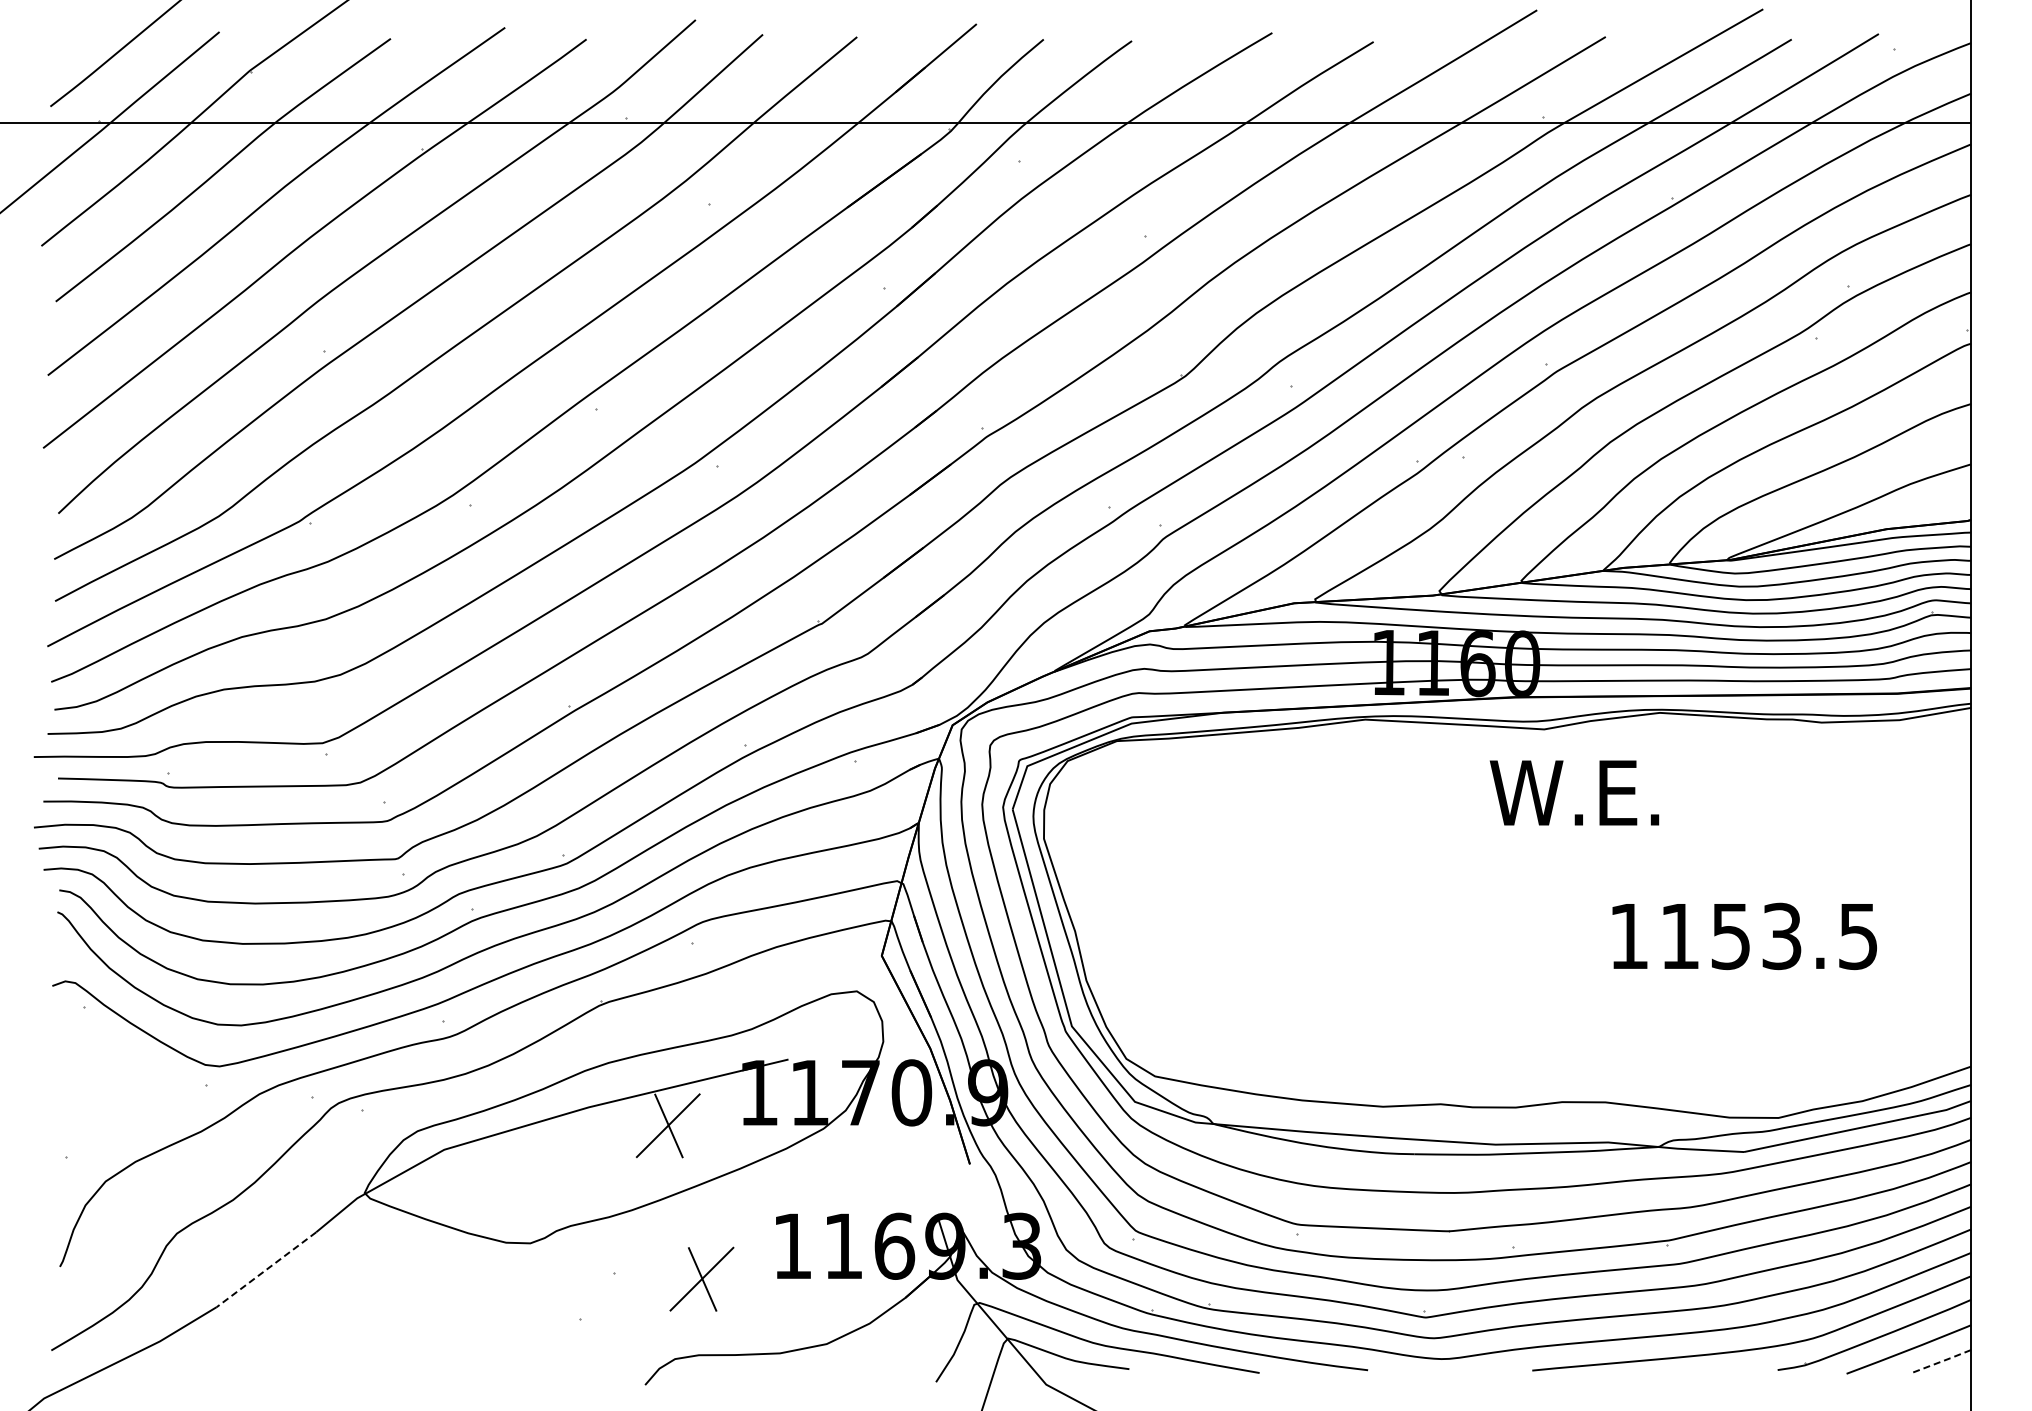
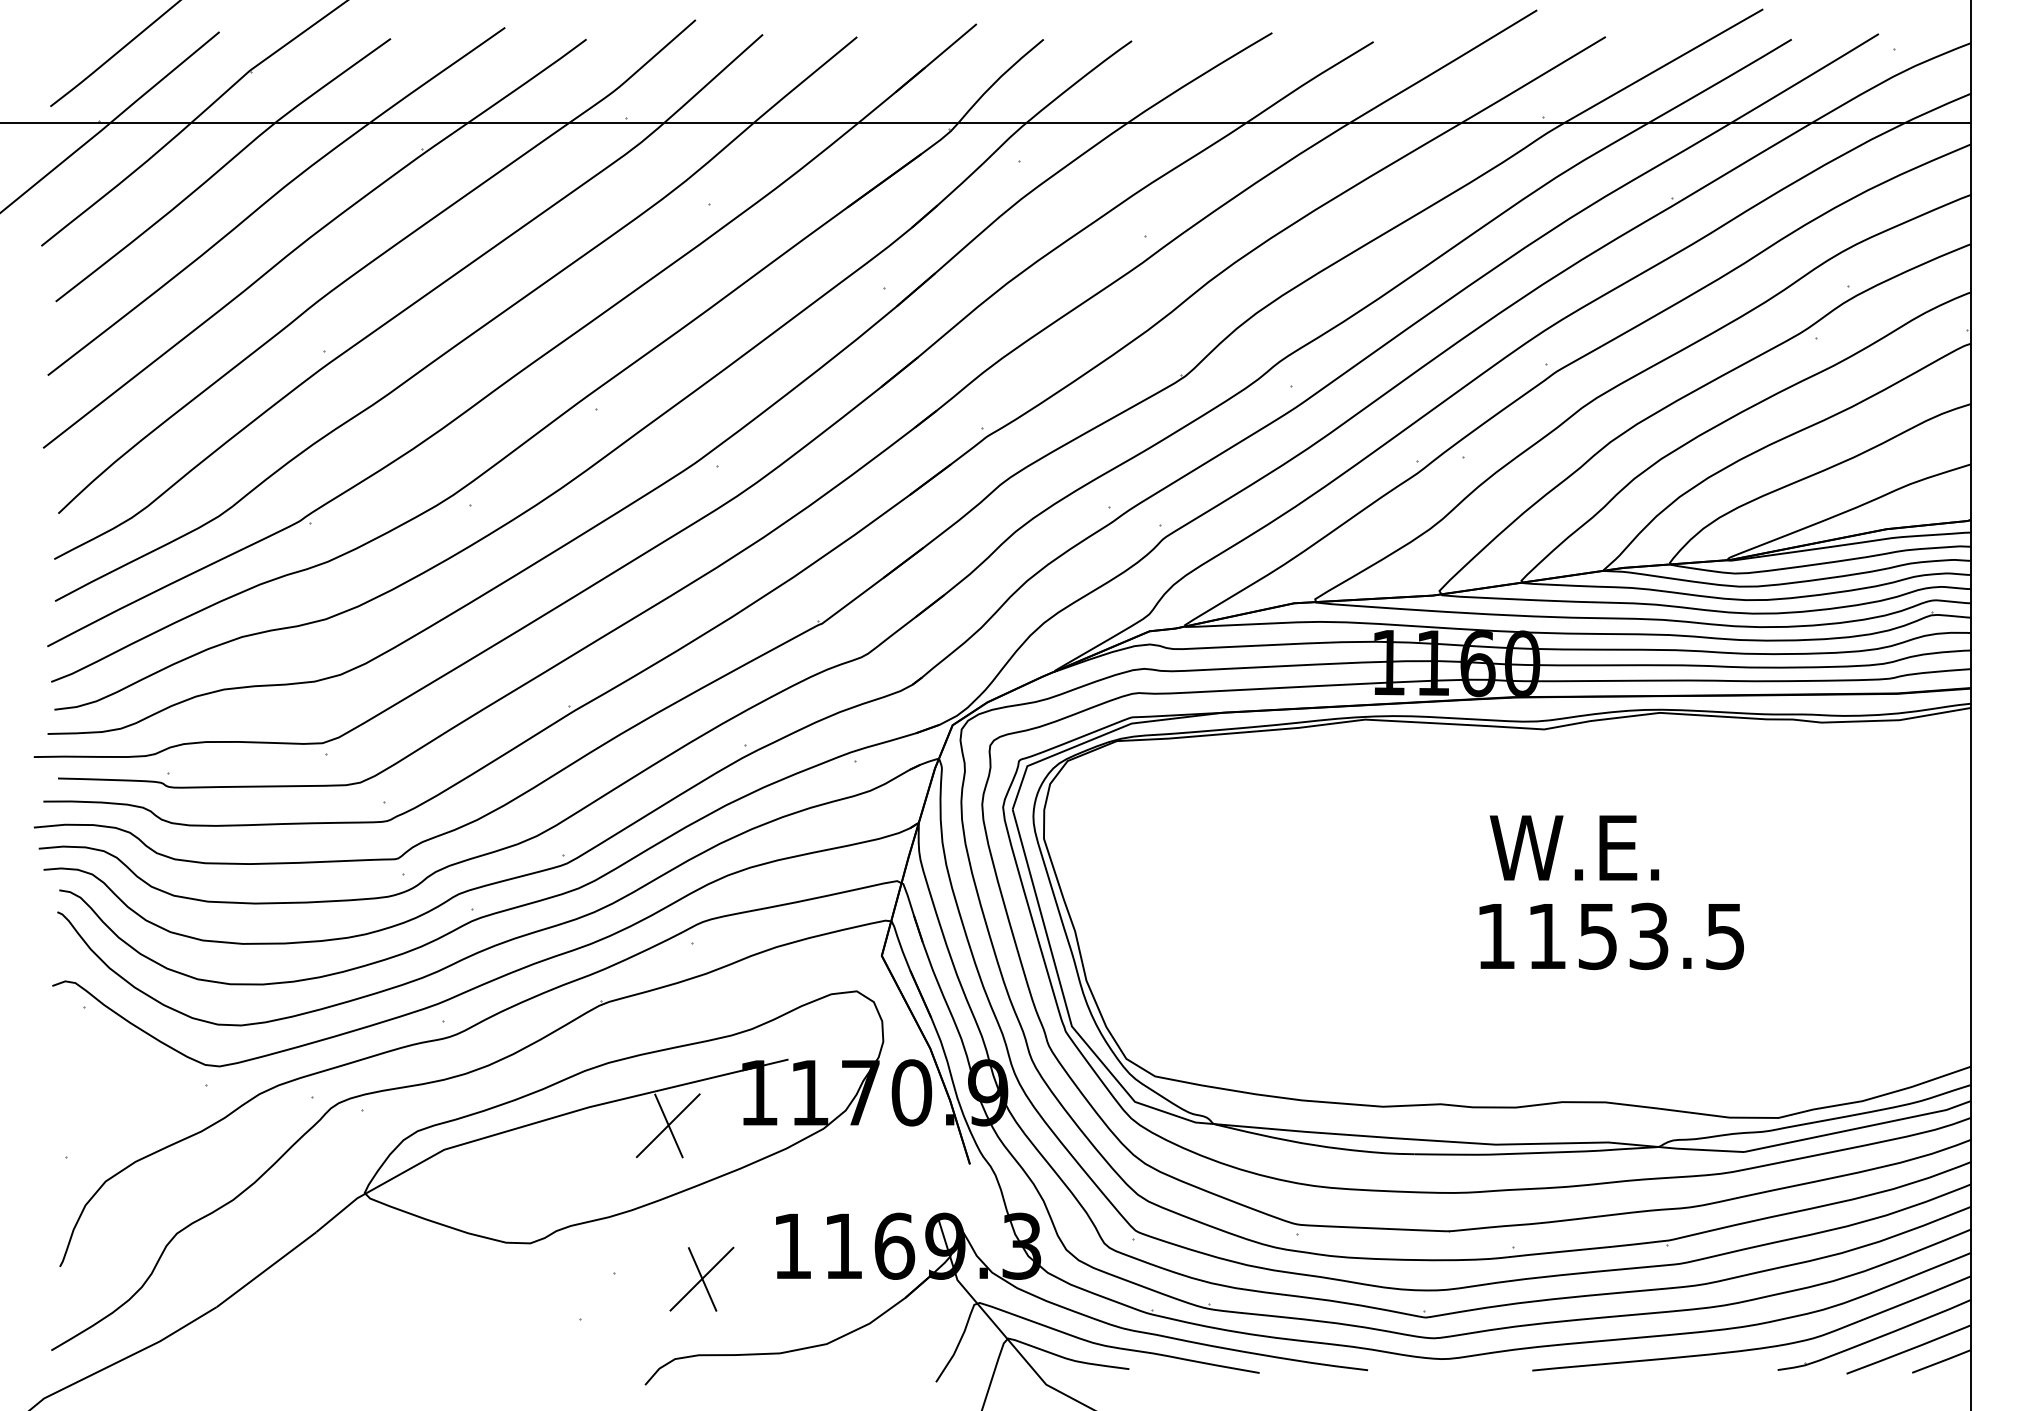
text at (1574, 792) position: (1574, 792) -> (1574, 847)
text at (1744, 936) position: (1744, 936) -> (1611, 936)
line at (266, 1270): dashed -> solid
line at (1941, 1361): dashed -> solid
